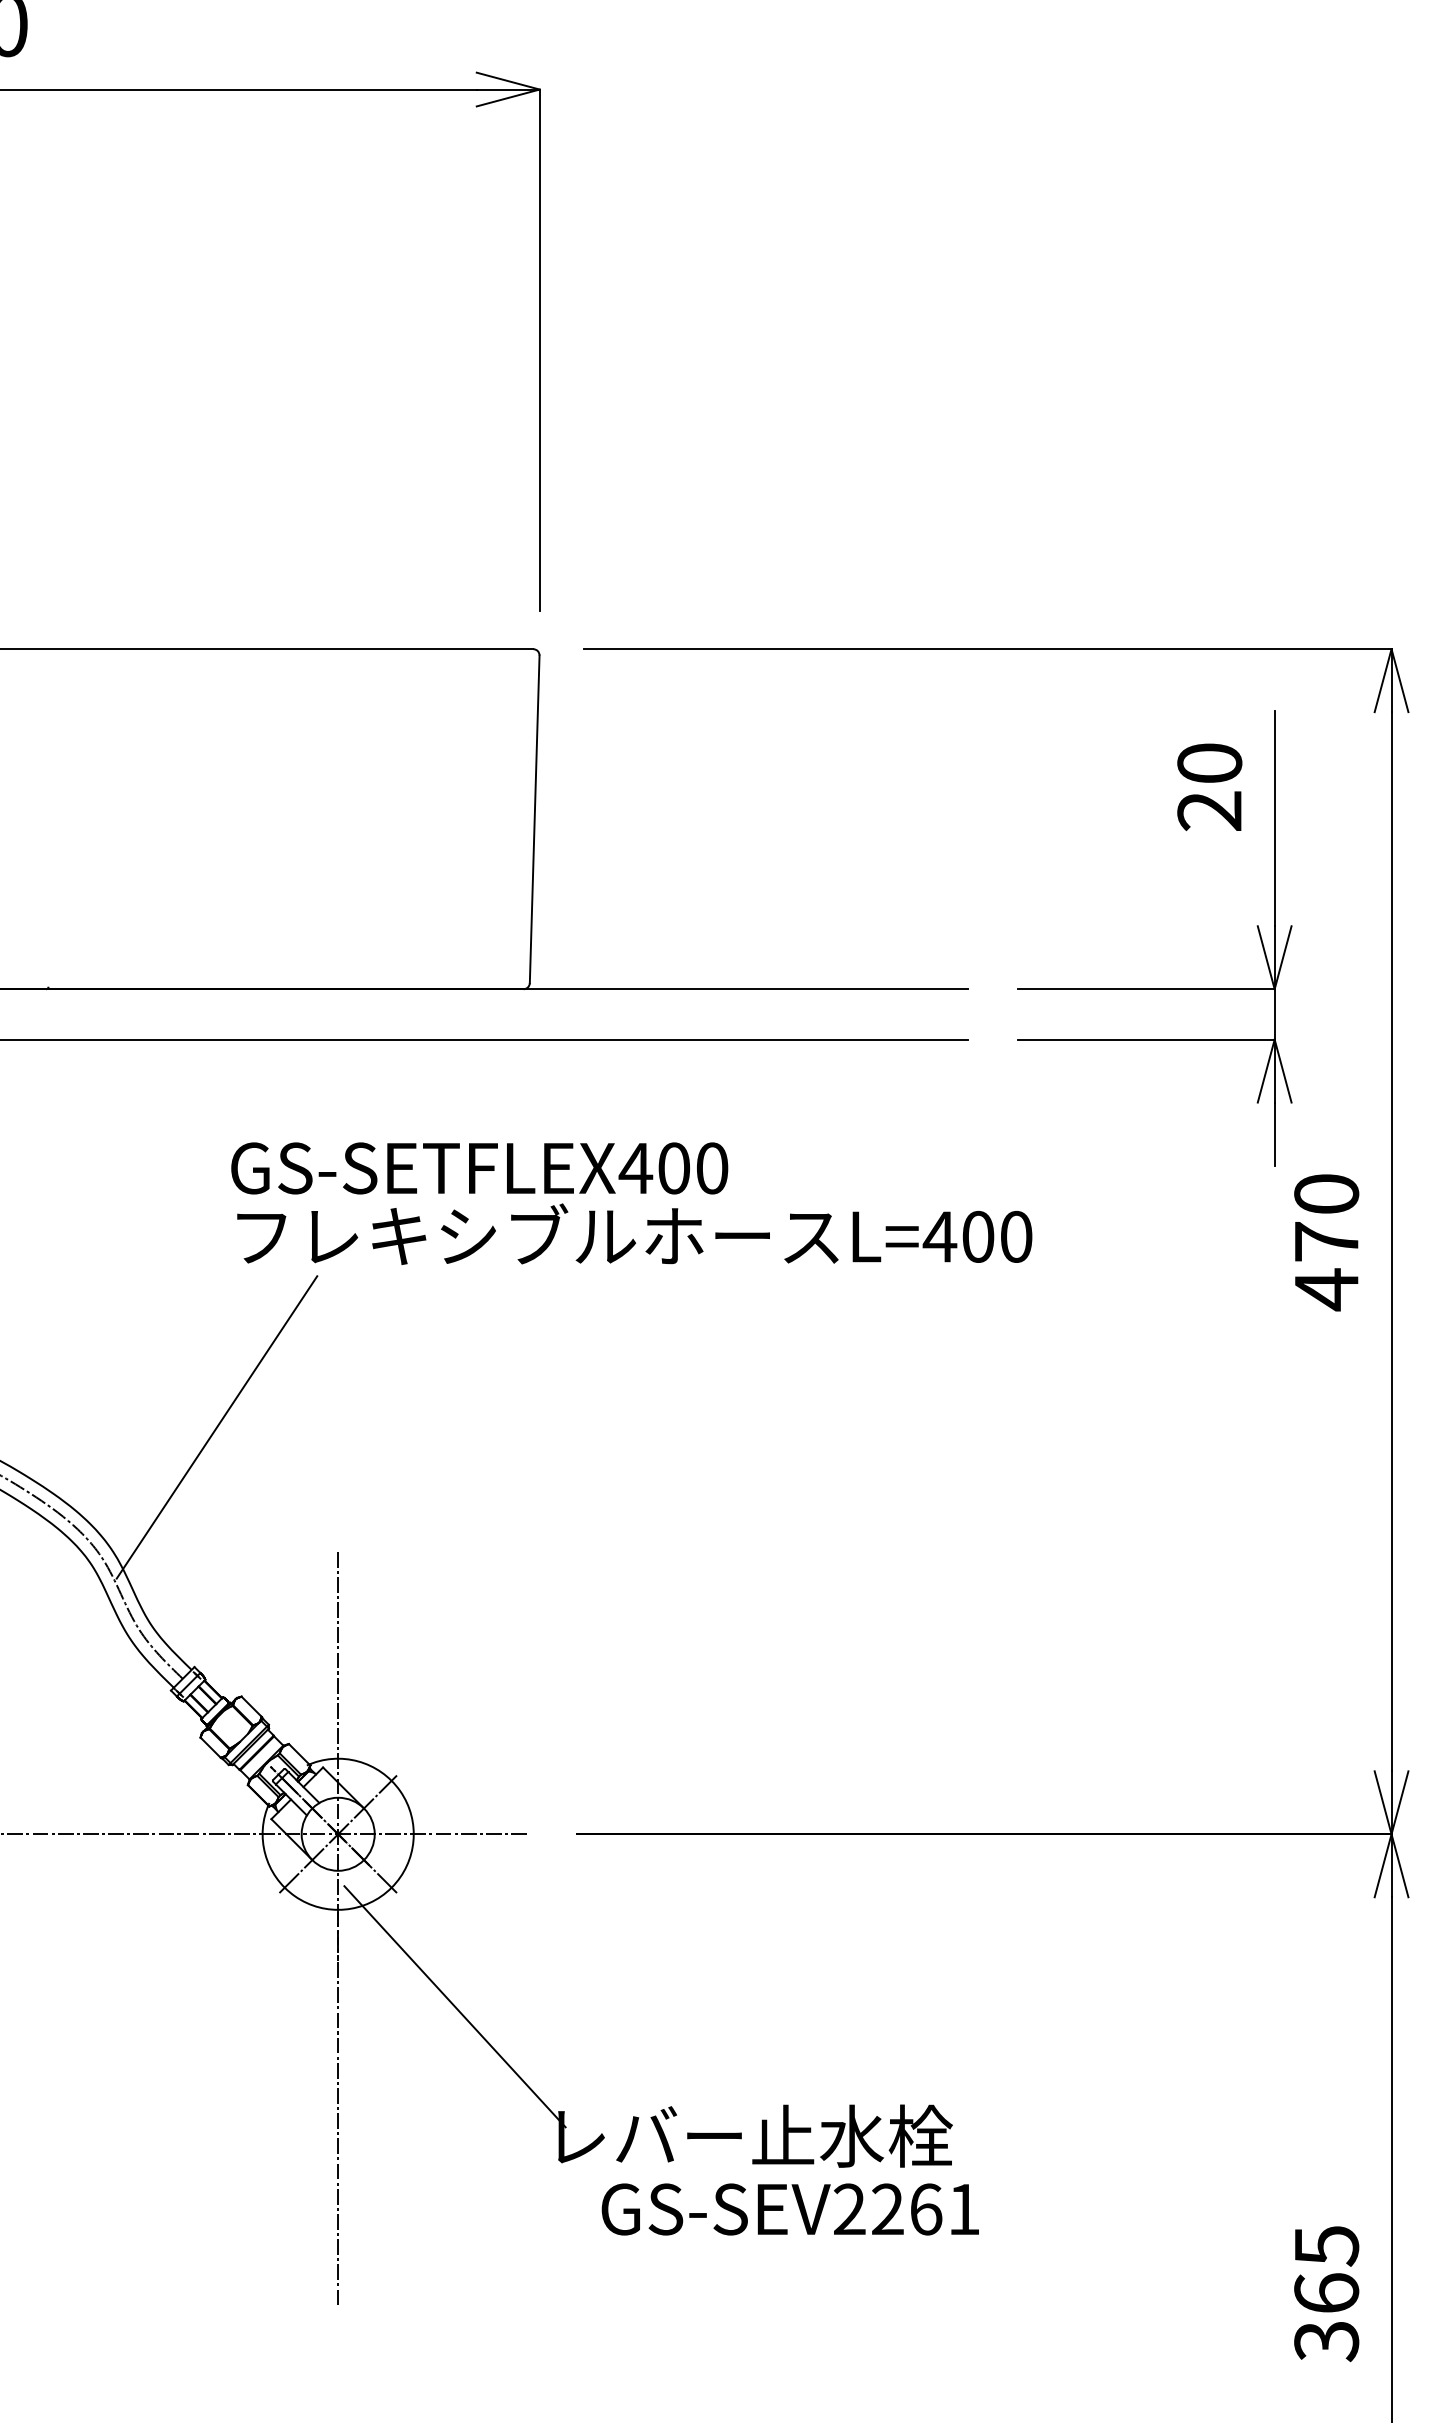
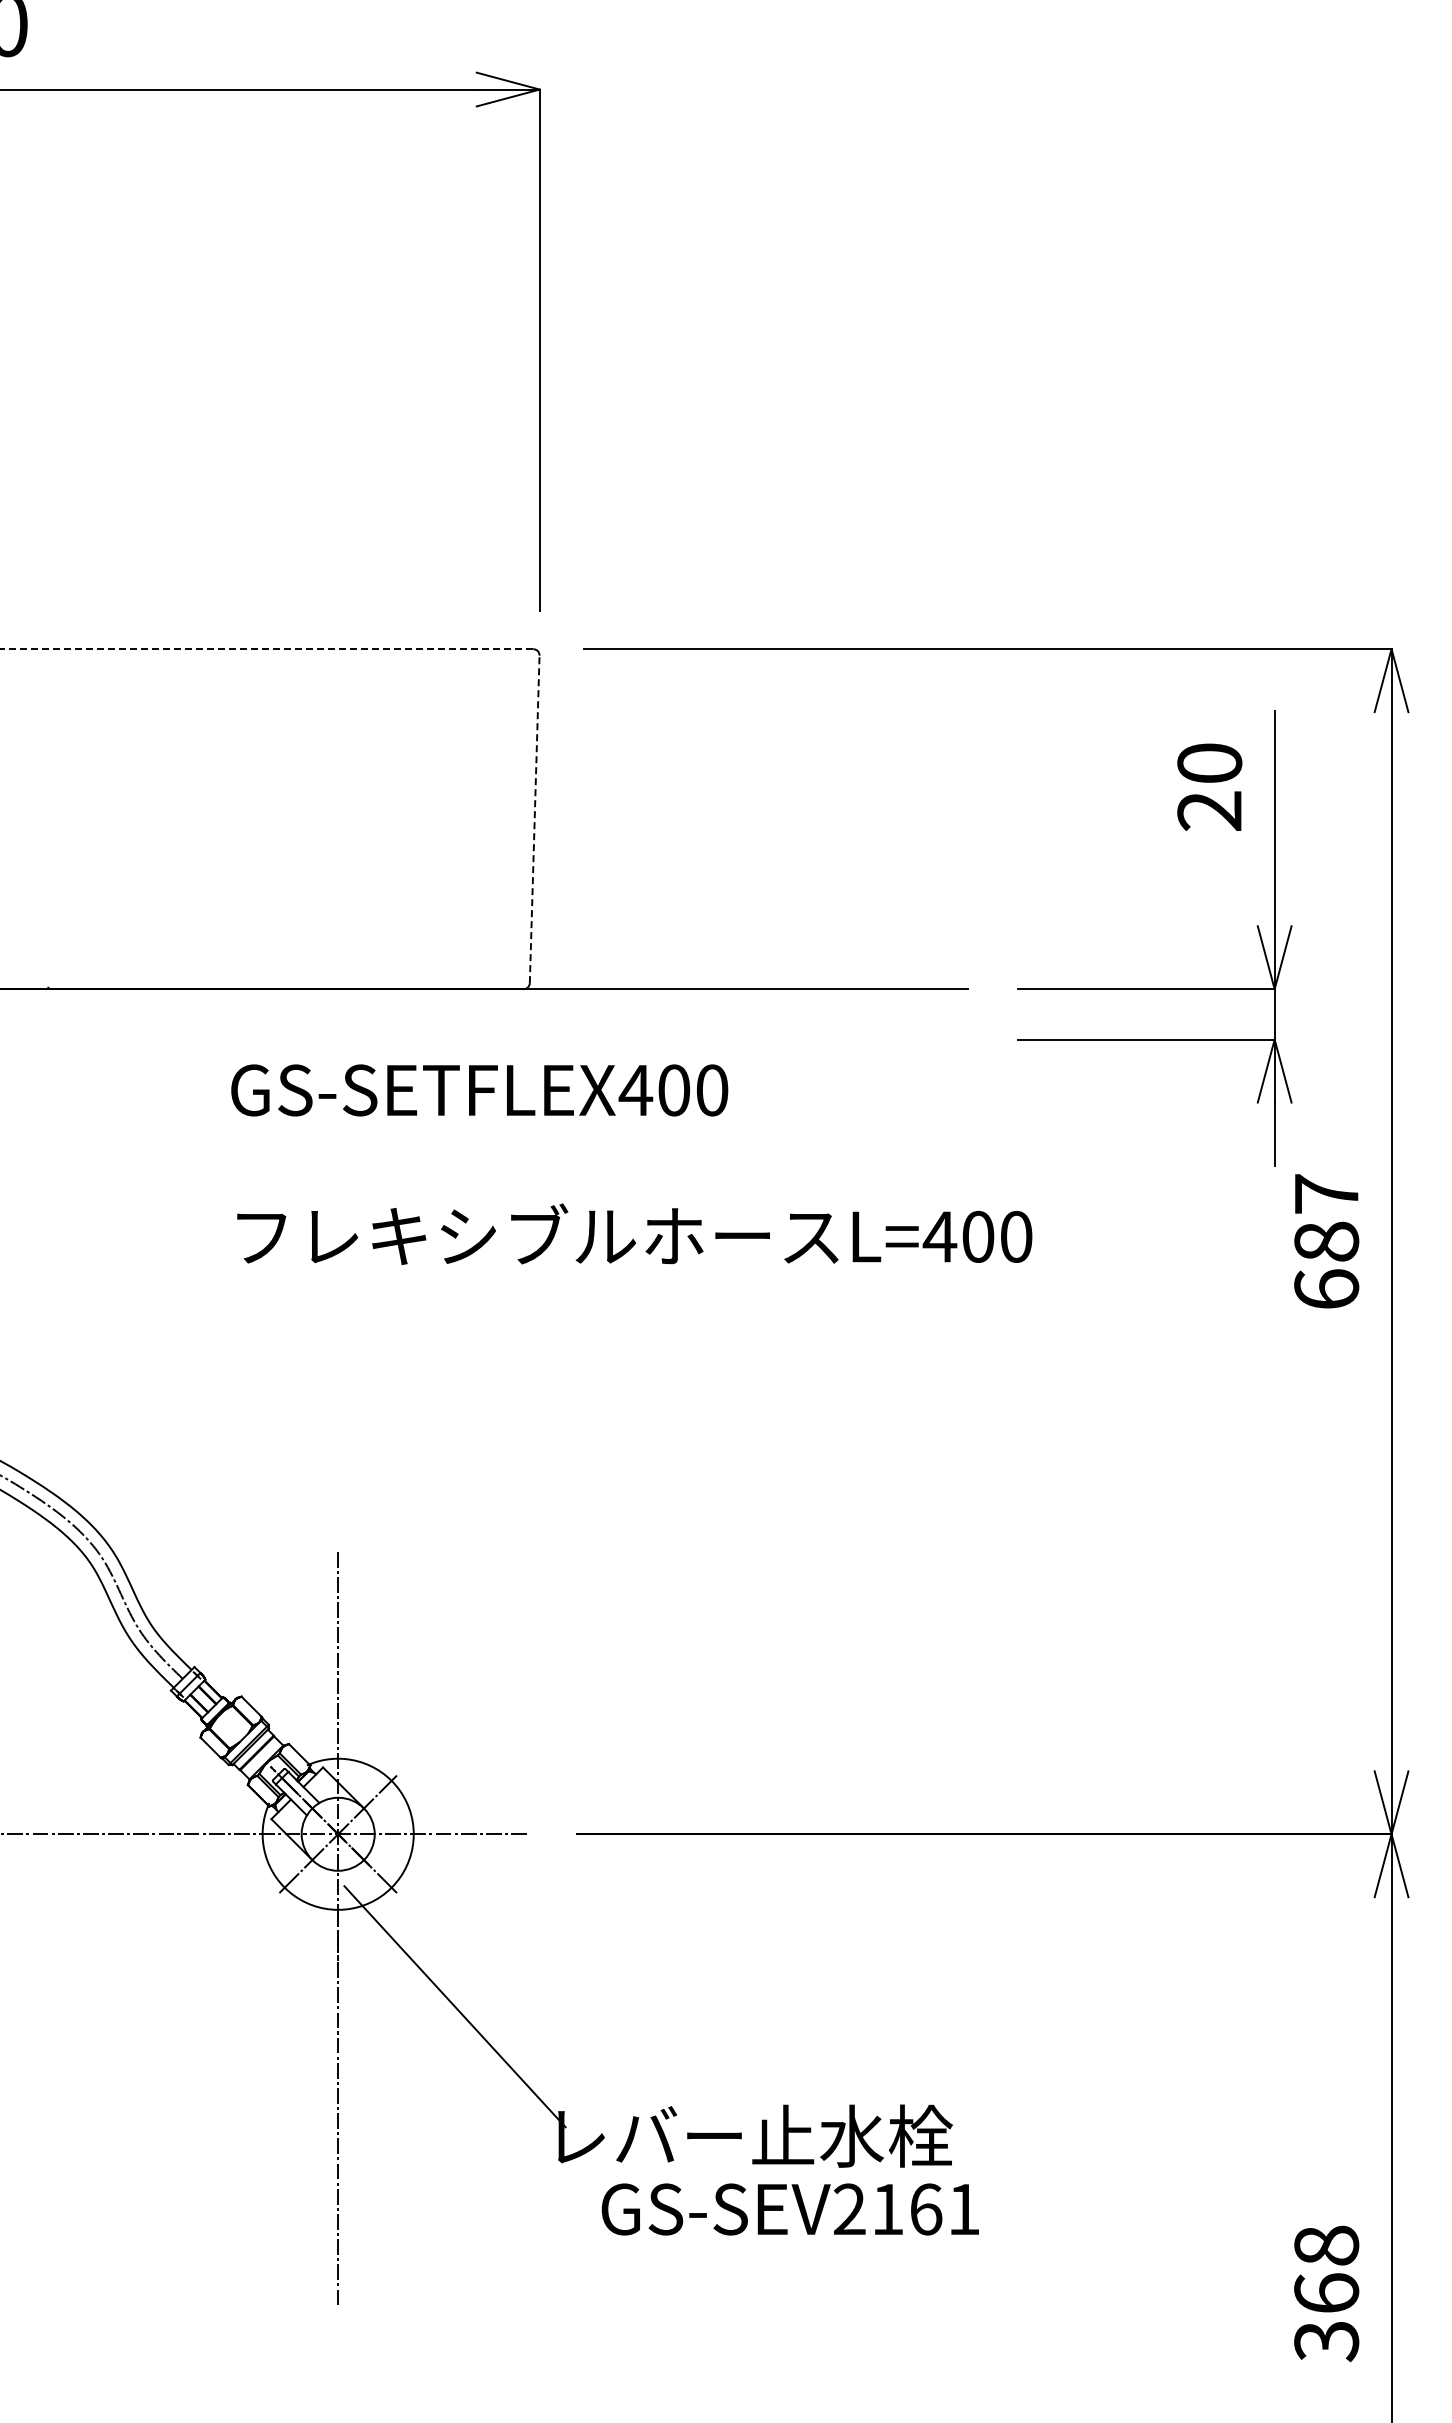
line at (266, 649): solid -> dashed
line at (534, 819): solid -> dashed
line at (484, 1039): present -> none
text at (479, 1168) position: (479, 1168) -> (479, 1090)
text at (1326, 1242): 470 -> 687
line at (216, 1427): present -> none
text at (887, 2208): GS-SEV2261 -> GS-SEV2161
text at (1326, 2245): 365 -> 368
